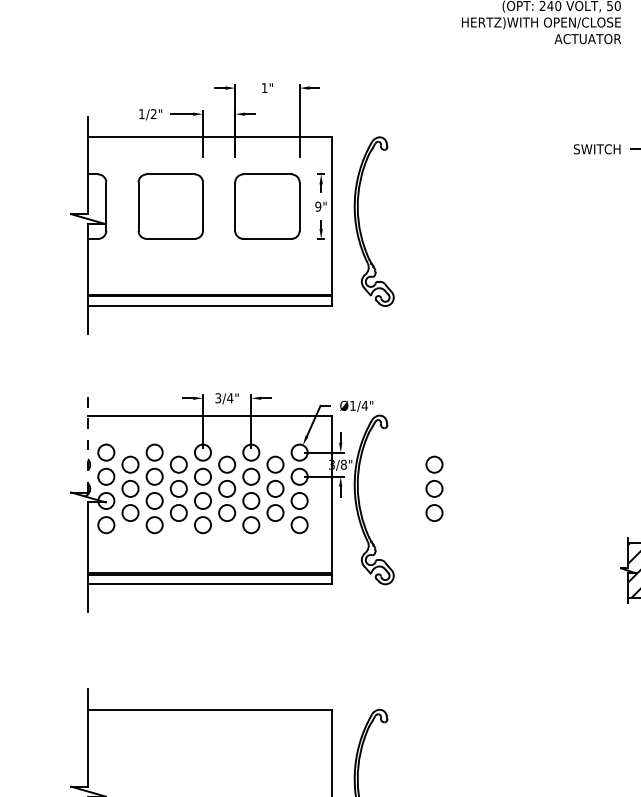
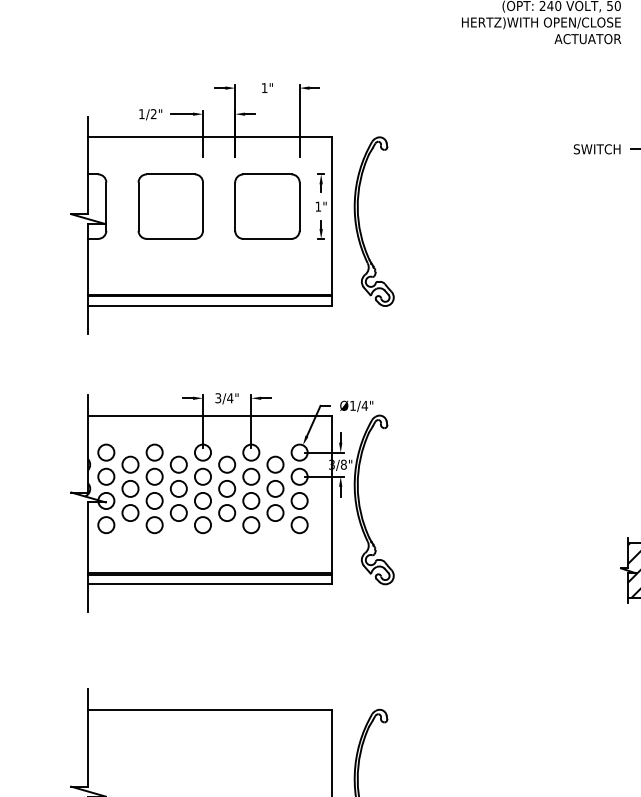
text at (318, 206): 9" -> 1"
line at (88, 443): dashed -> solid
part at (434, 488): present -> none
